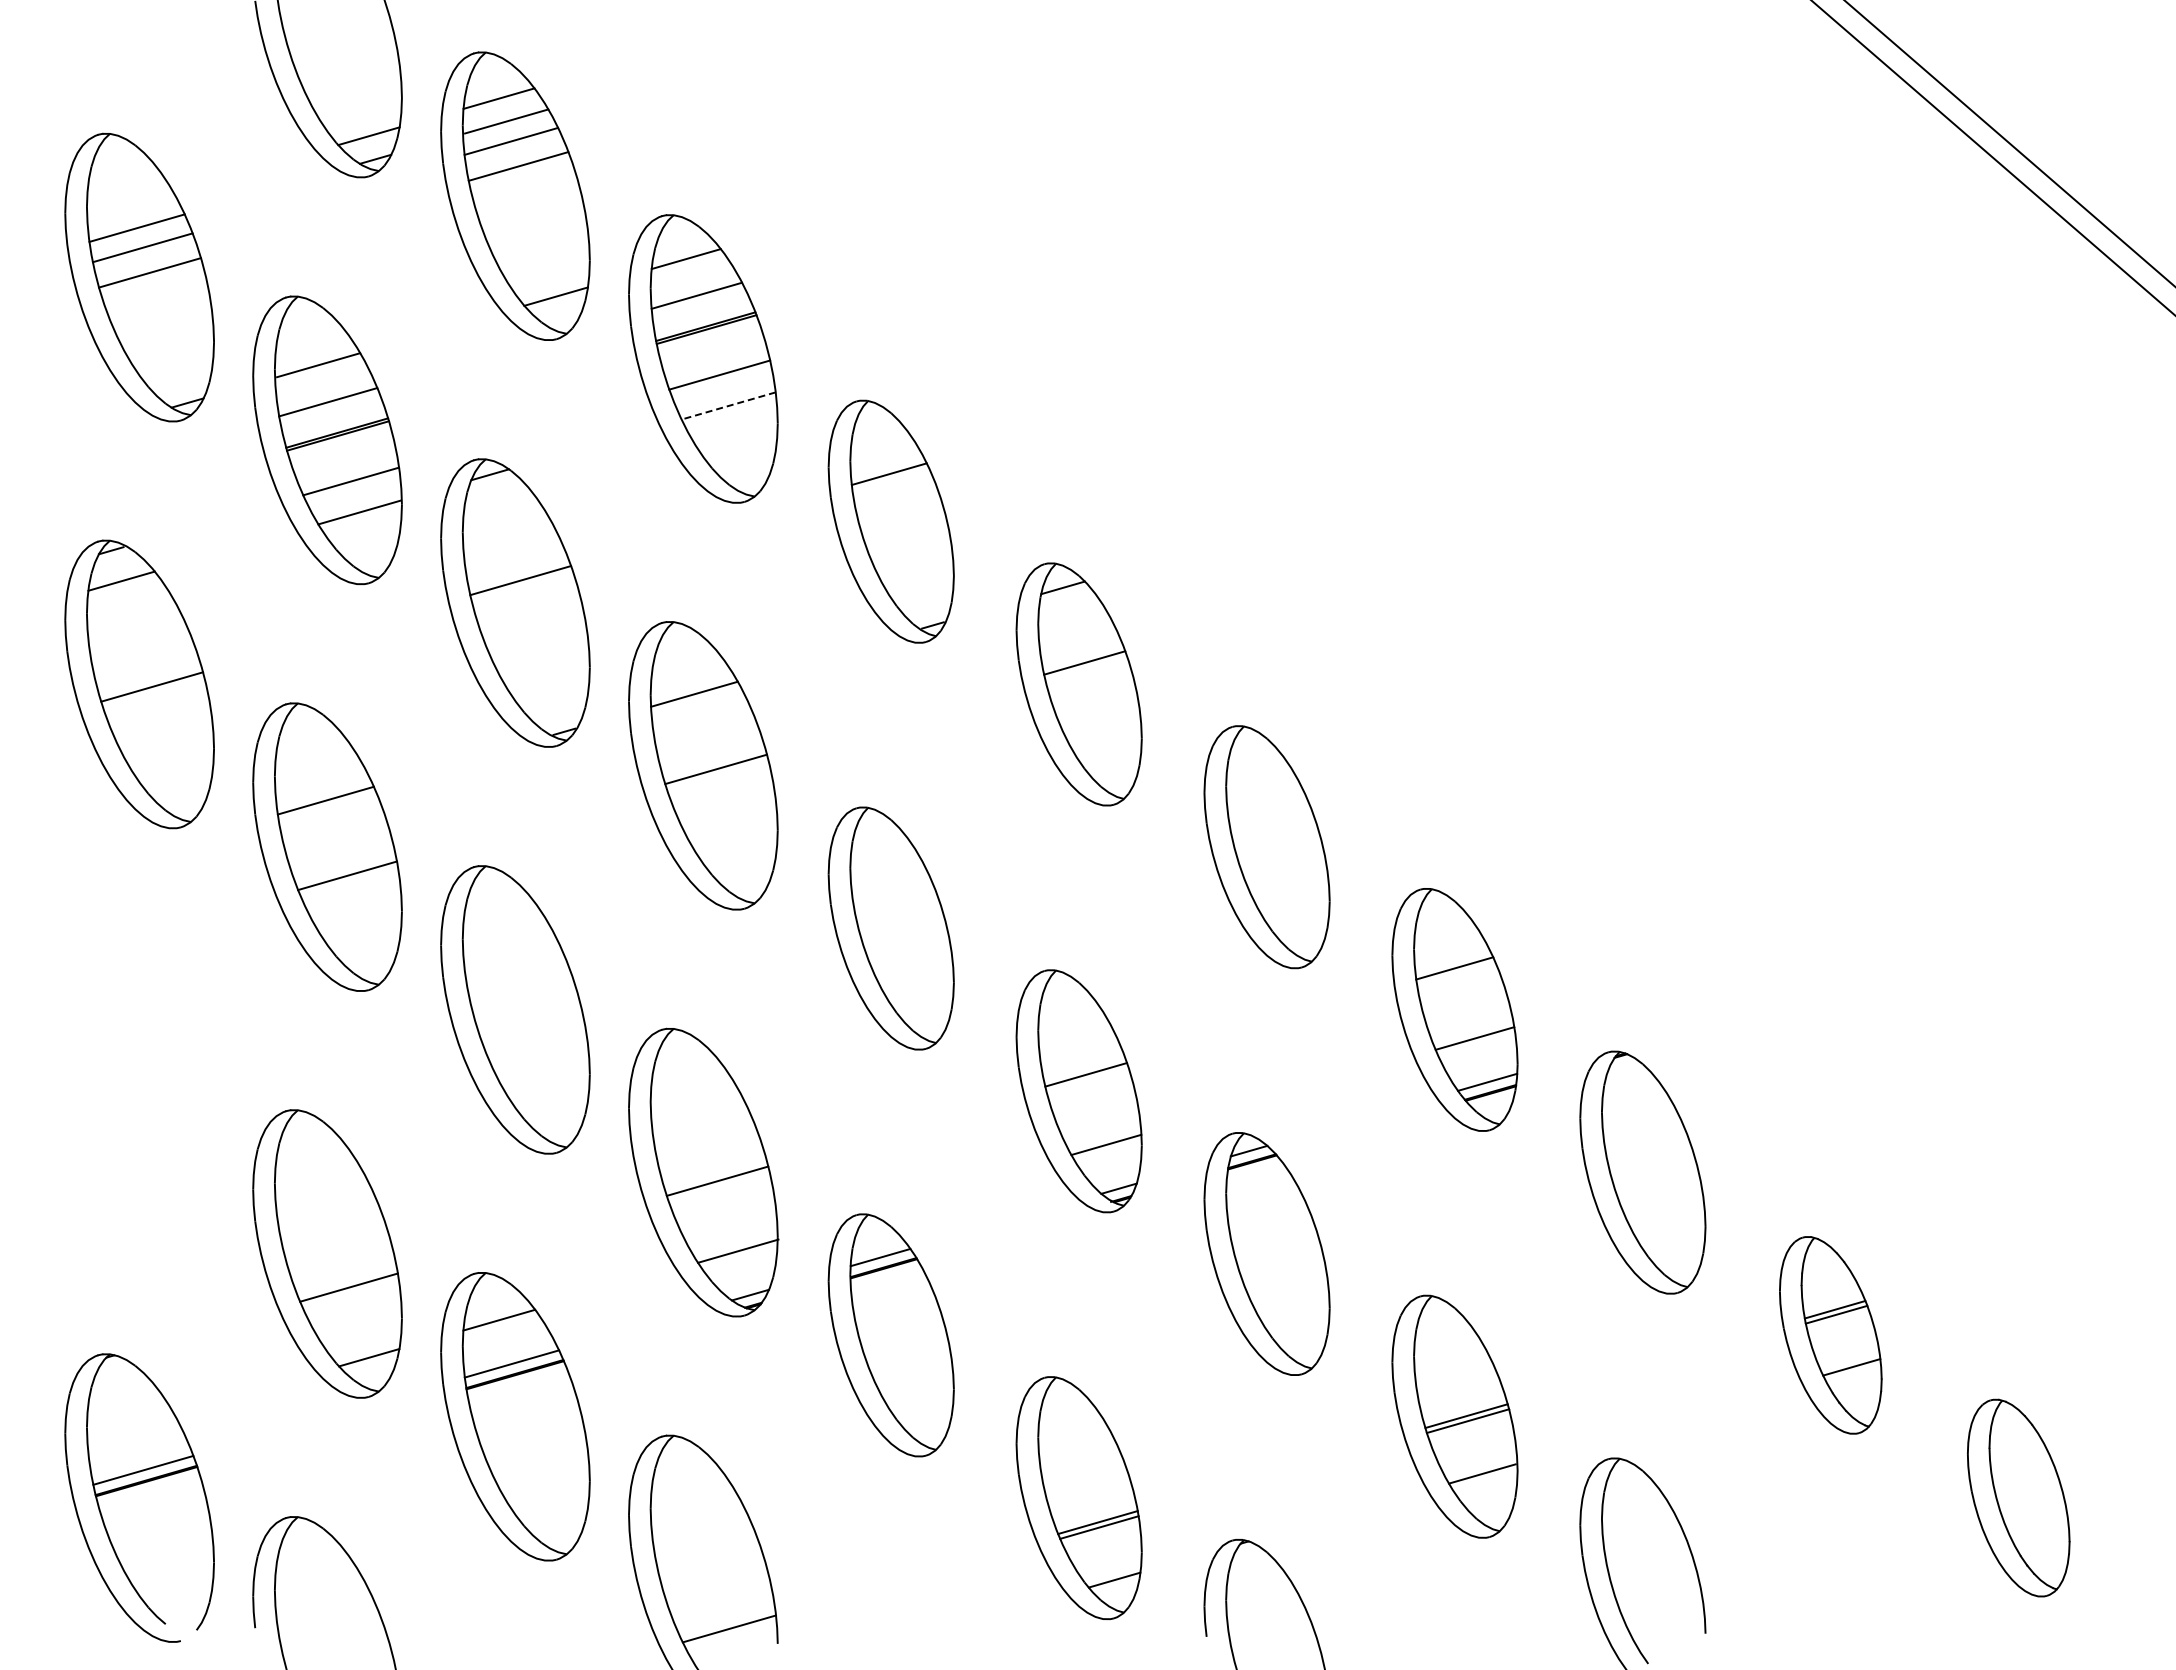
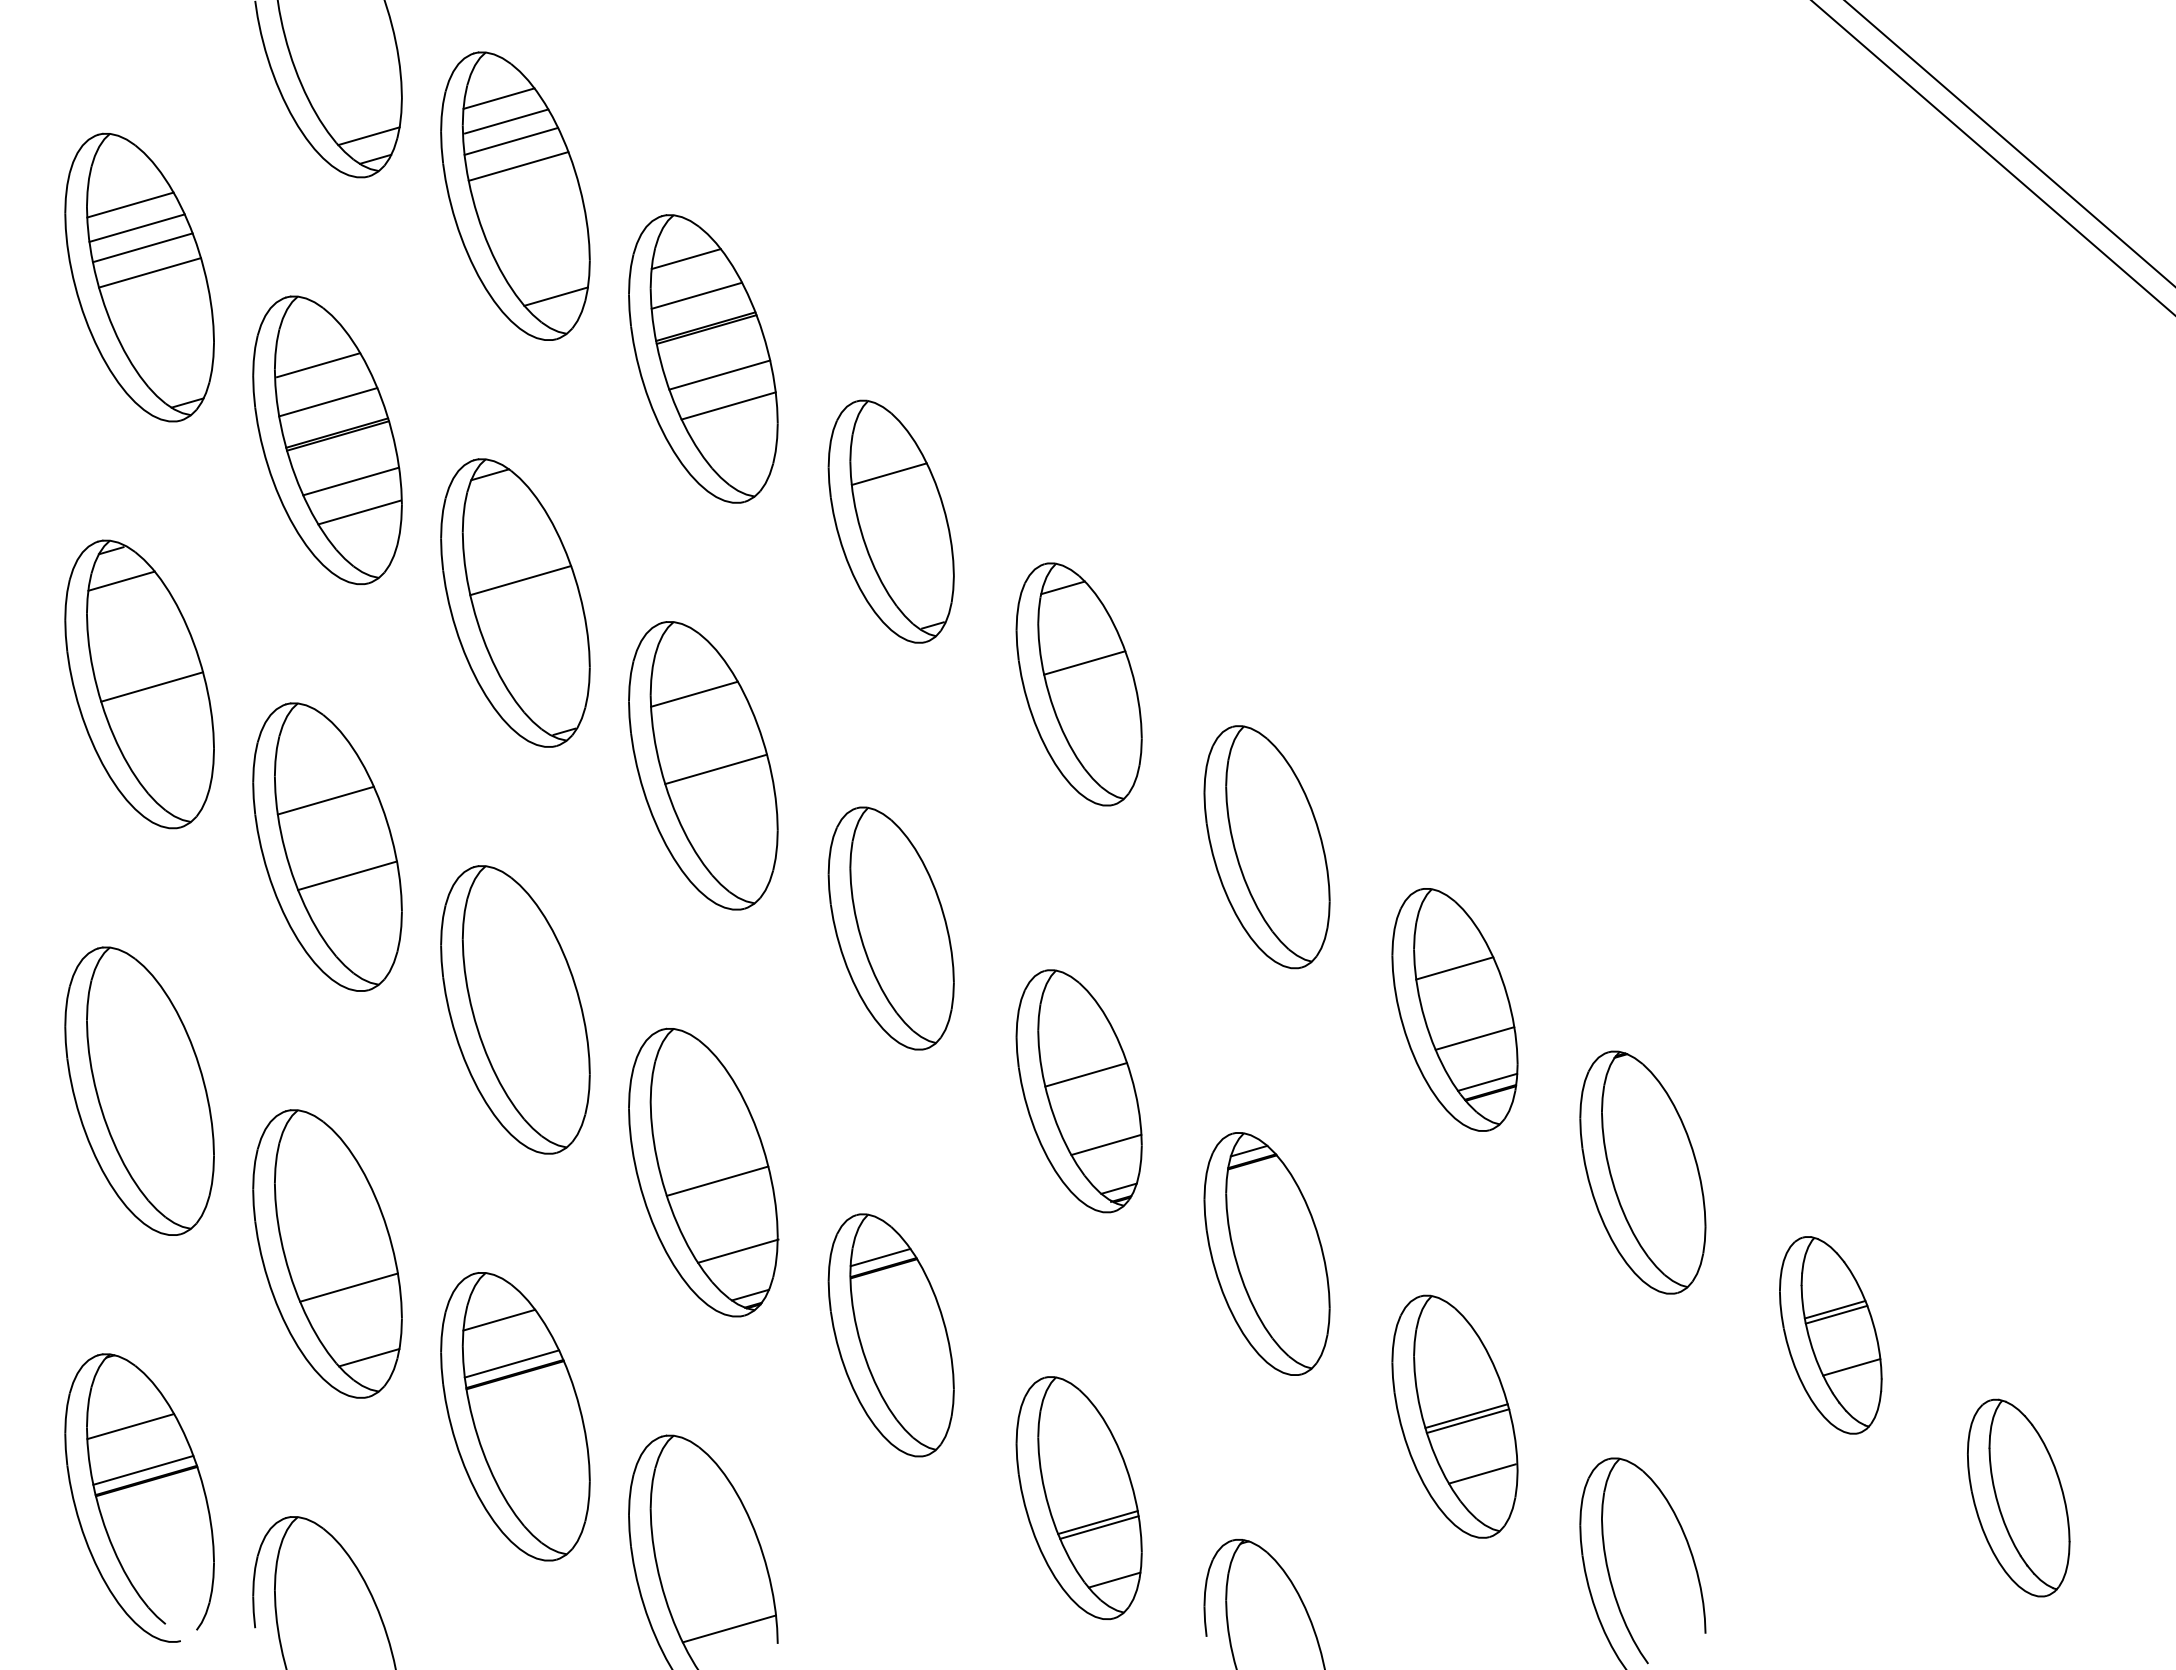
line at (130, 204): none -> present
line at (728, 405): dashed -> solid
part at (139, 1090): none -> present
line at (130, 1426): none -> present
